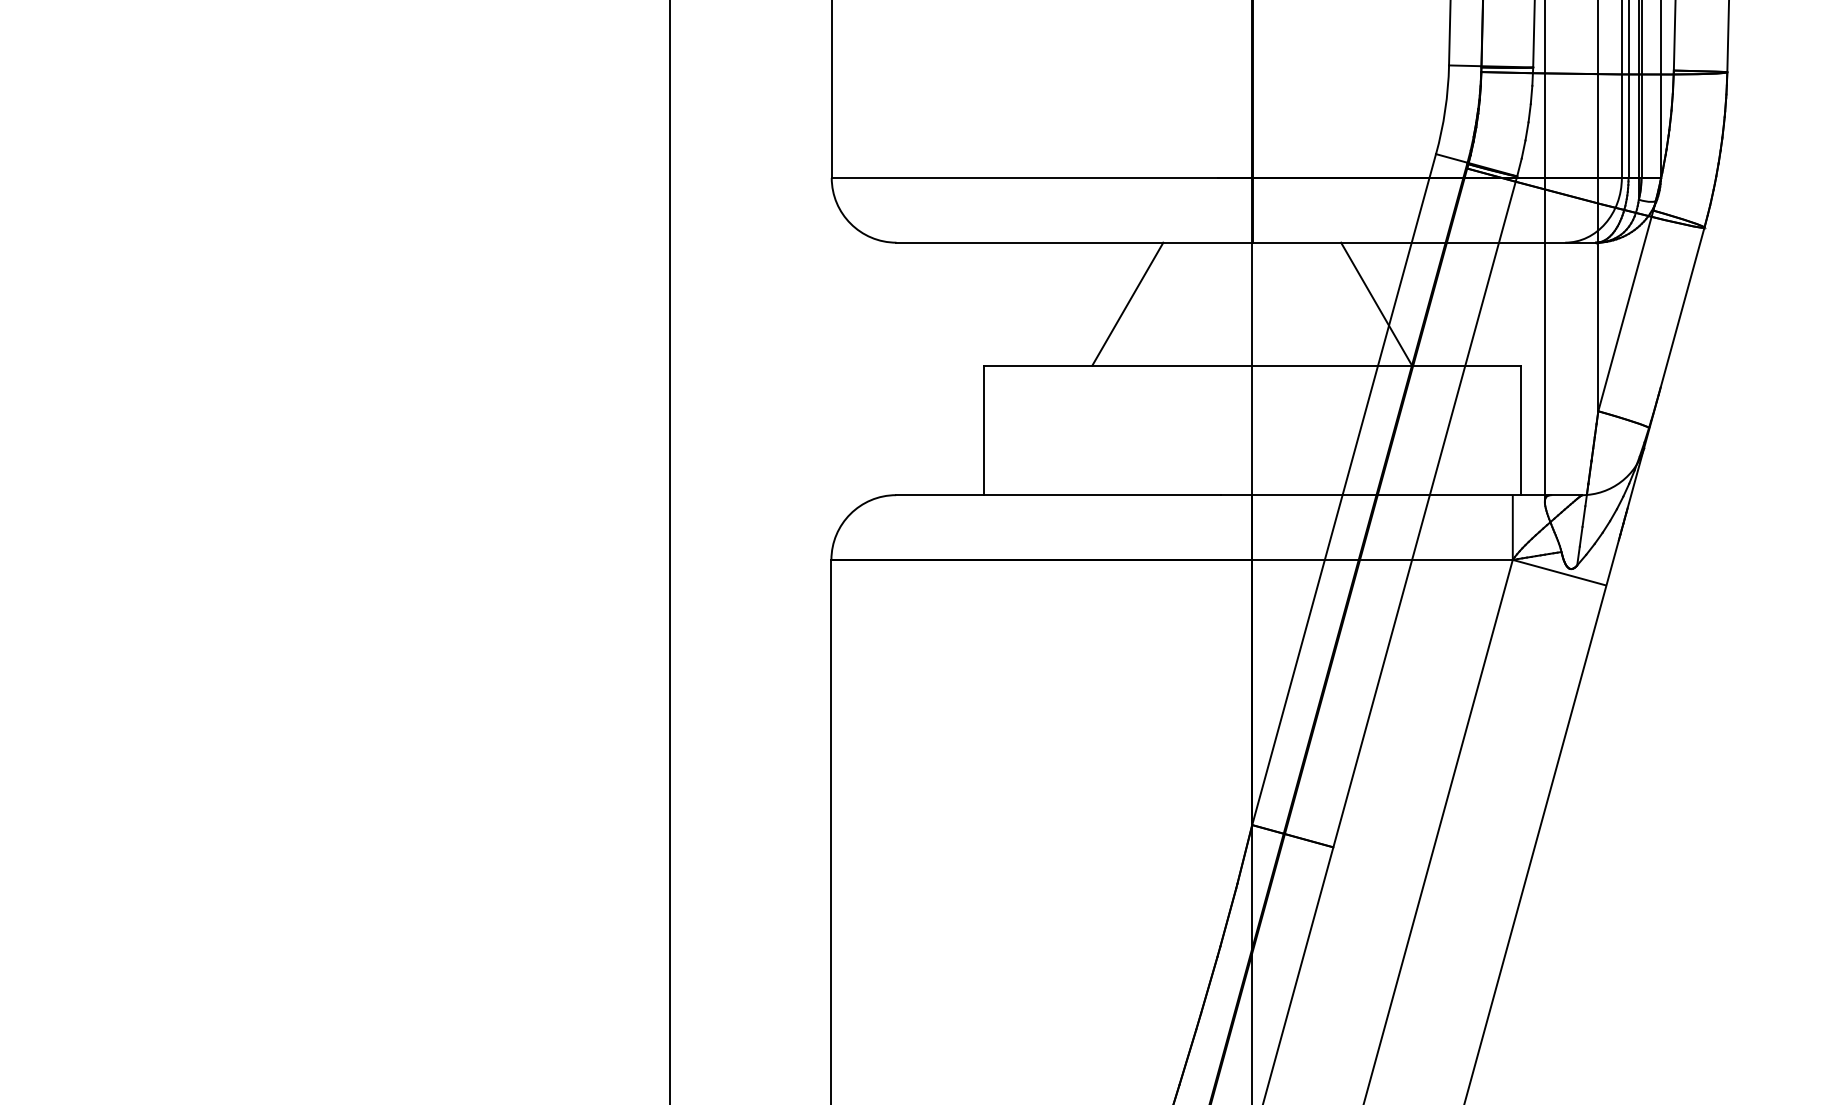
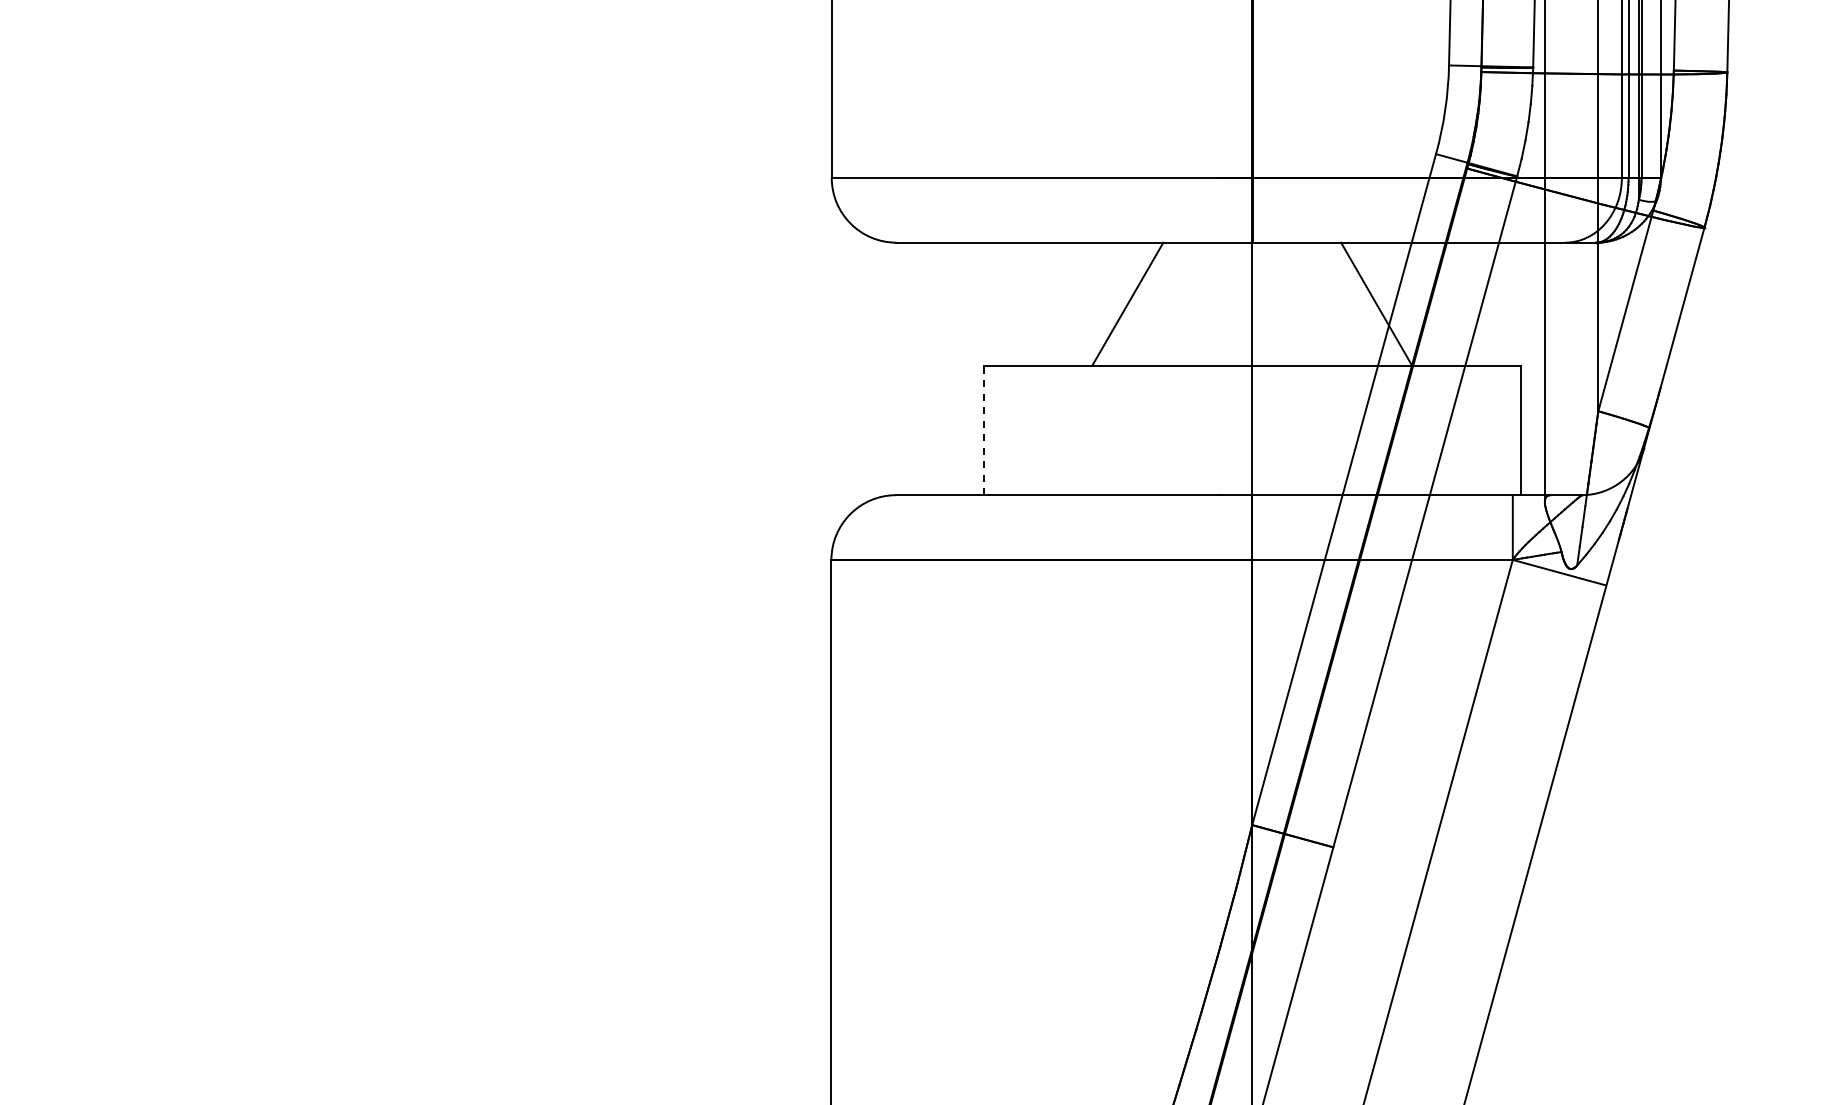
line at (983, 430): solid -> dashed
line at (669, 551): present -> none
